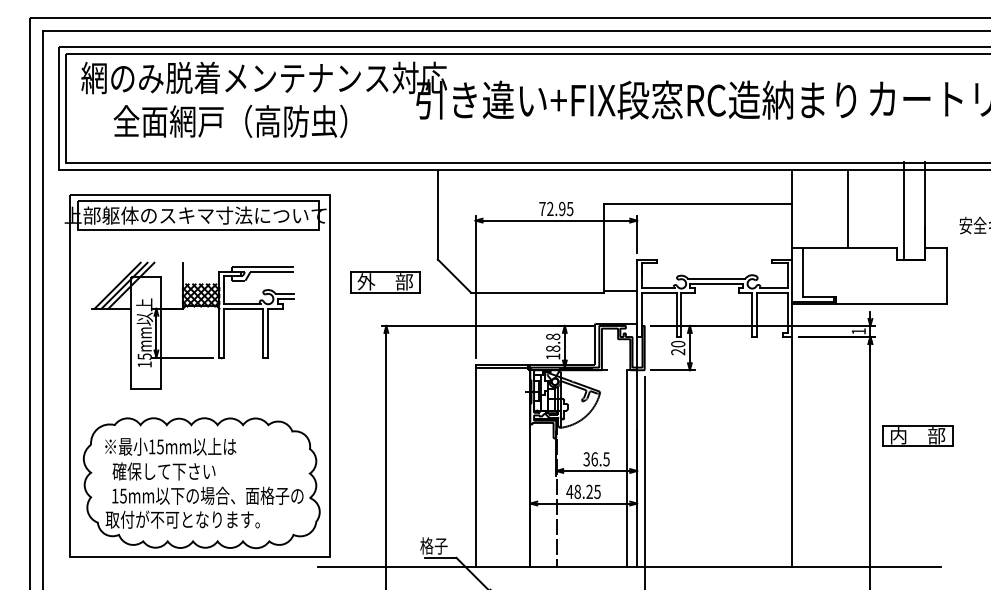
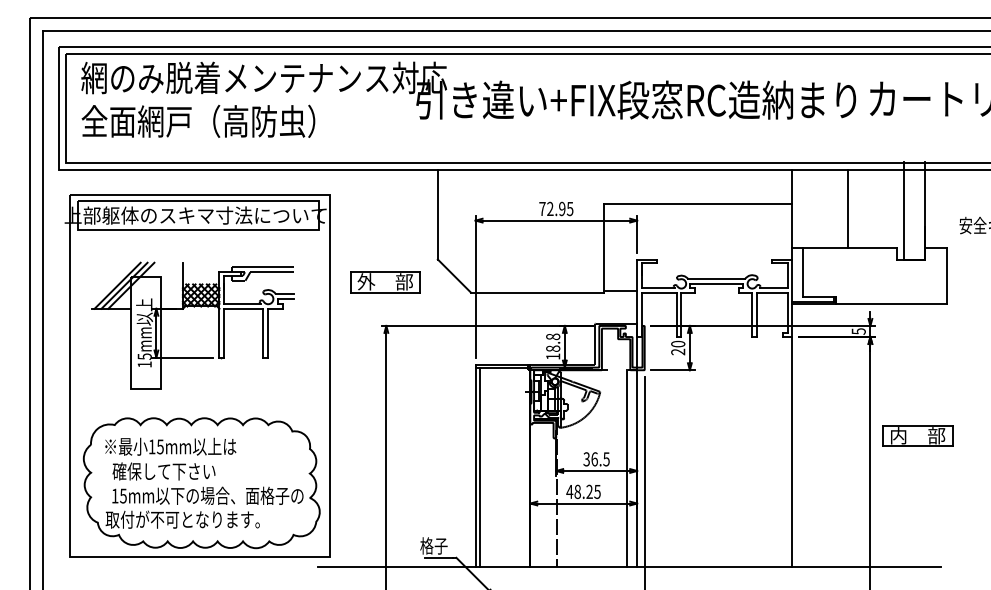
text at (230, 120) position: (230, 120) -> (198, 120)
text at (858, 331): 1 -> 5
line at (480, 466): none -> present
